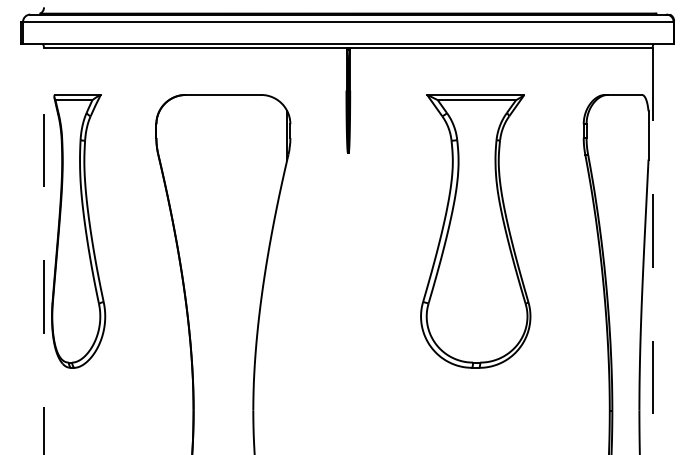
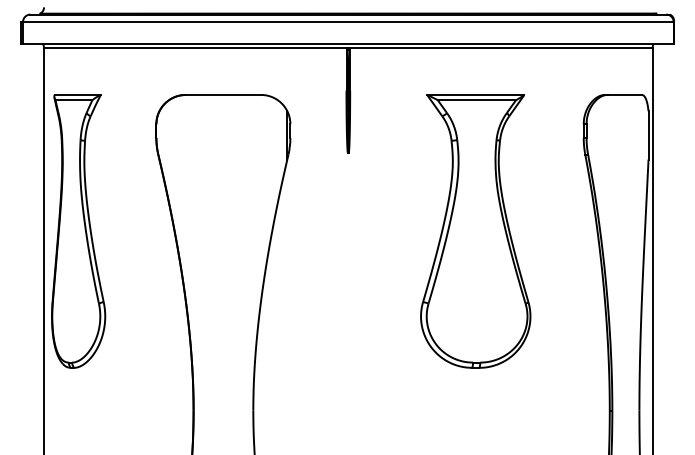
line at (43, 250): dashed -> solid
line at (652, 251): dashed -> solid
